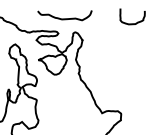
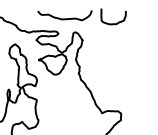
curve at (132, 23) position: (132, 23) -> (113, 23)
